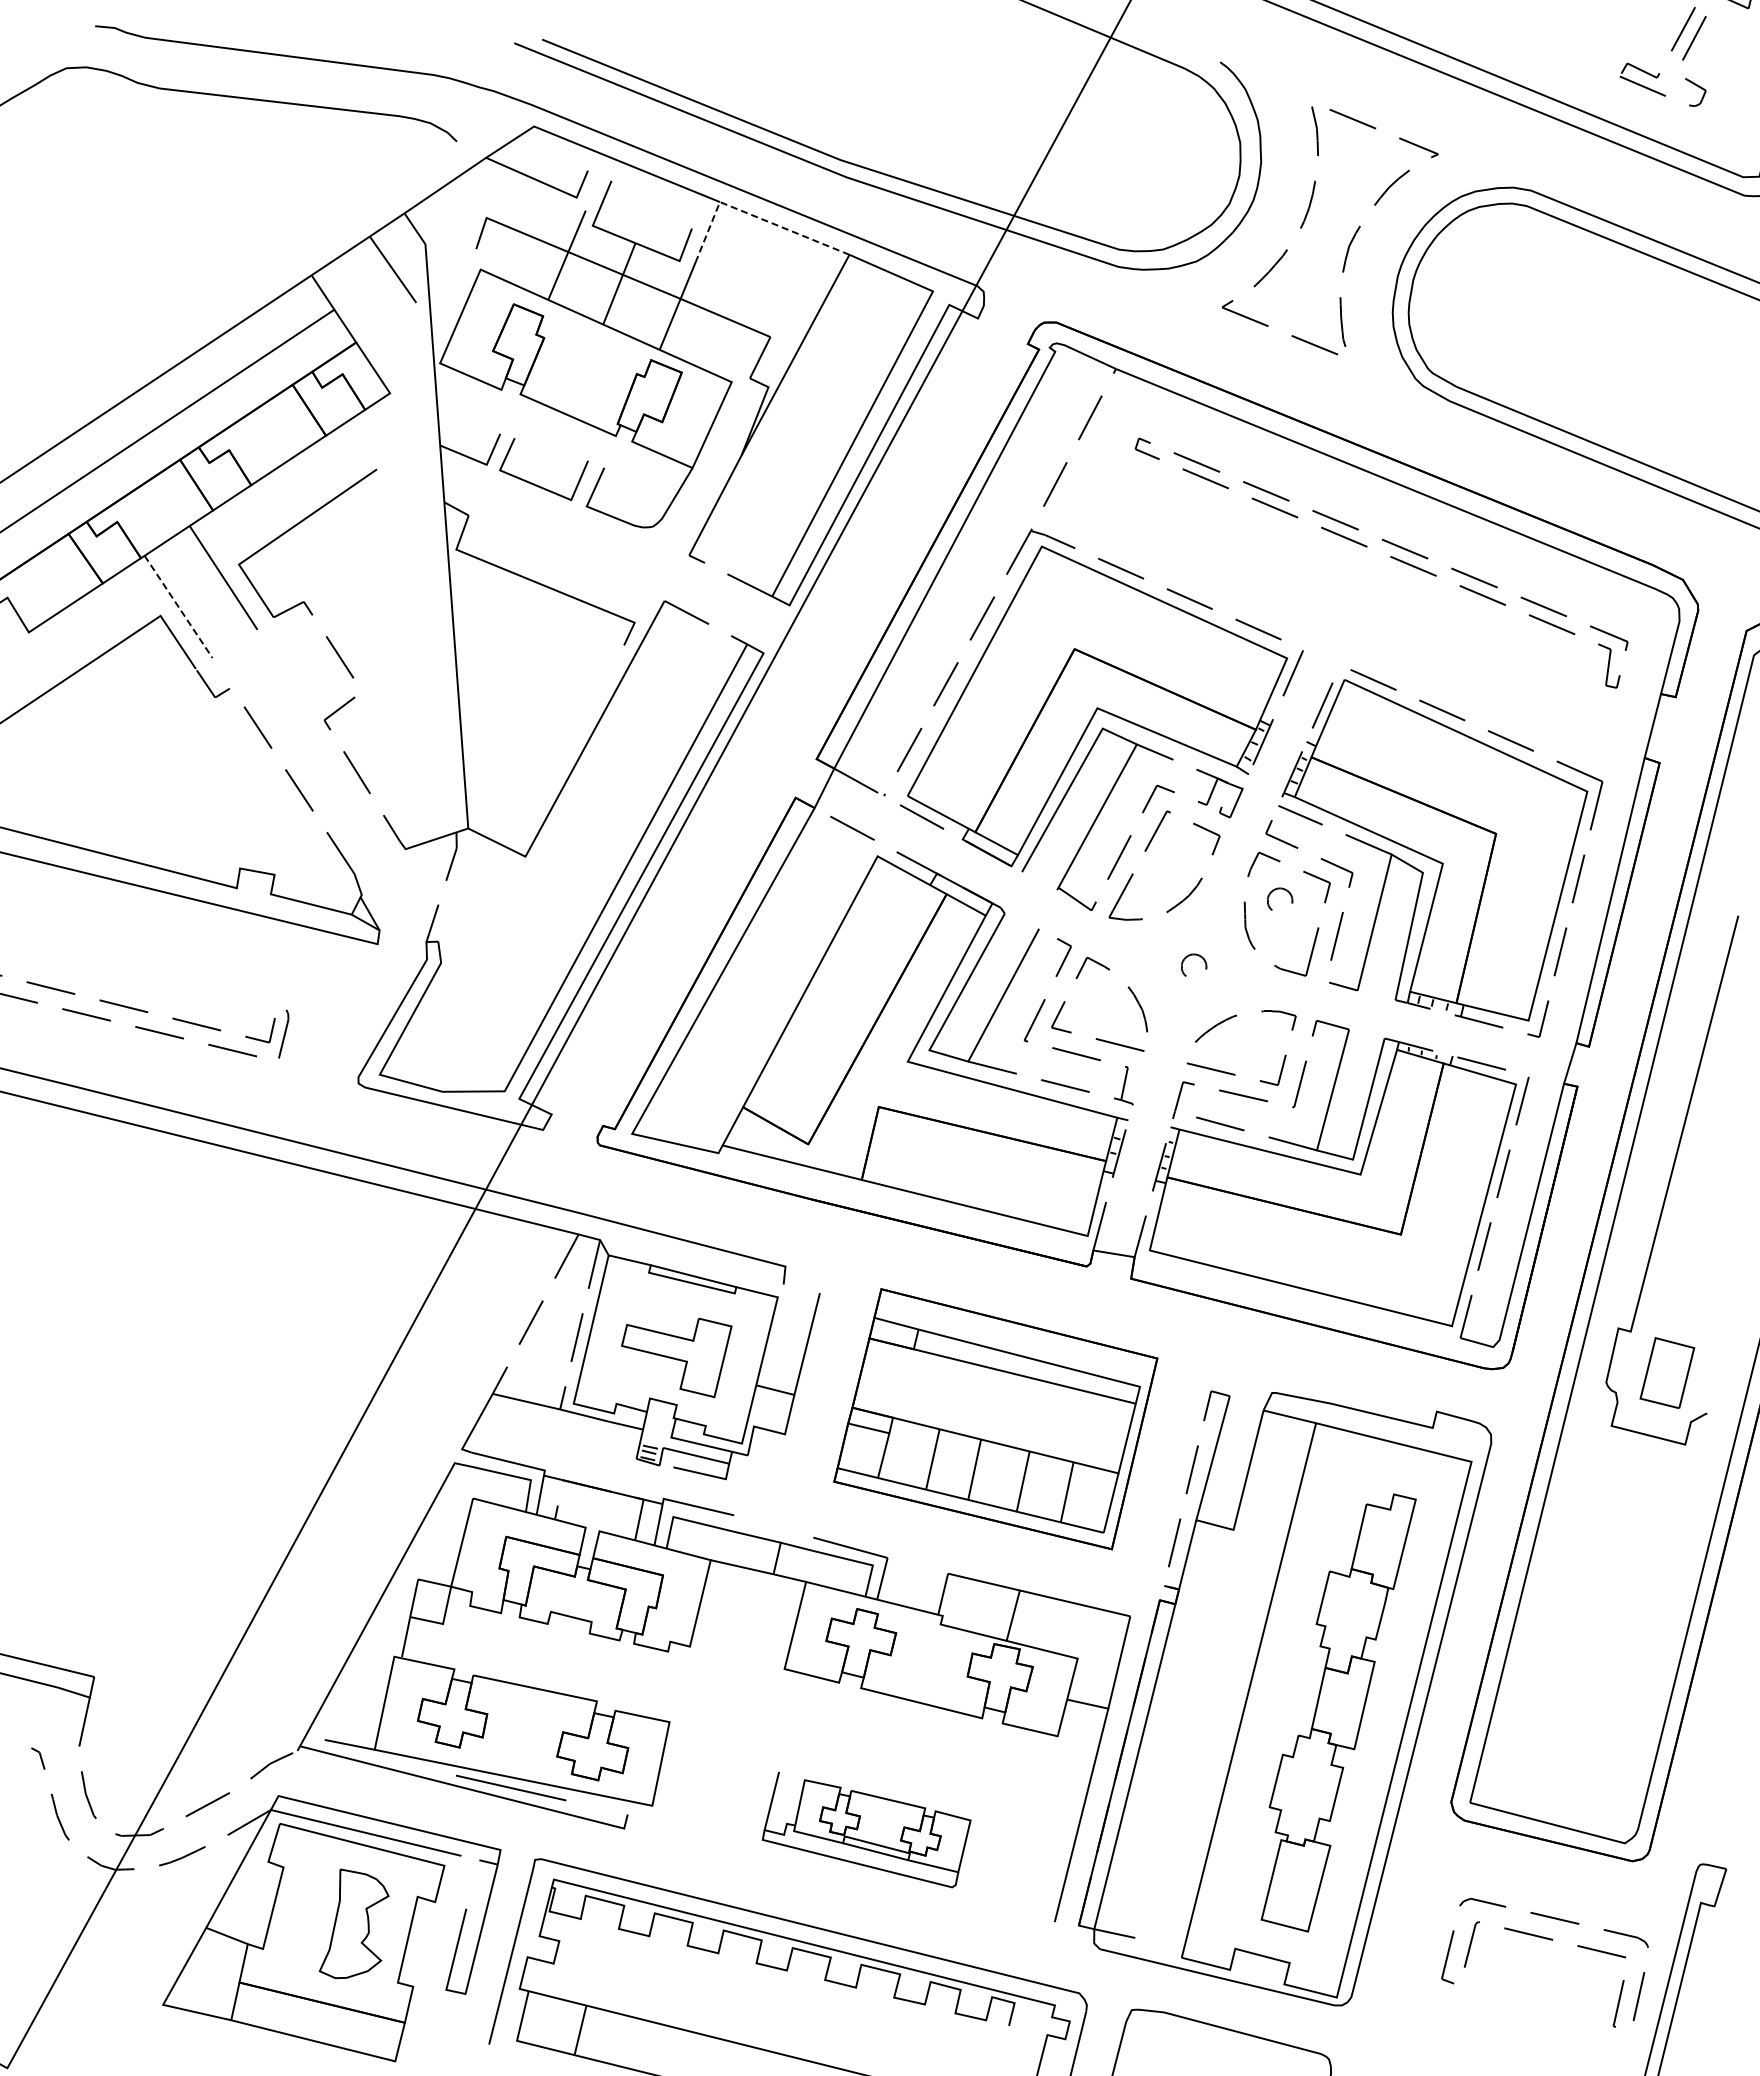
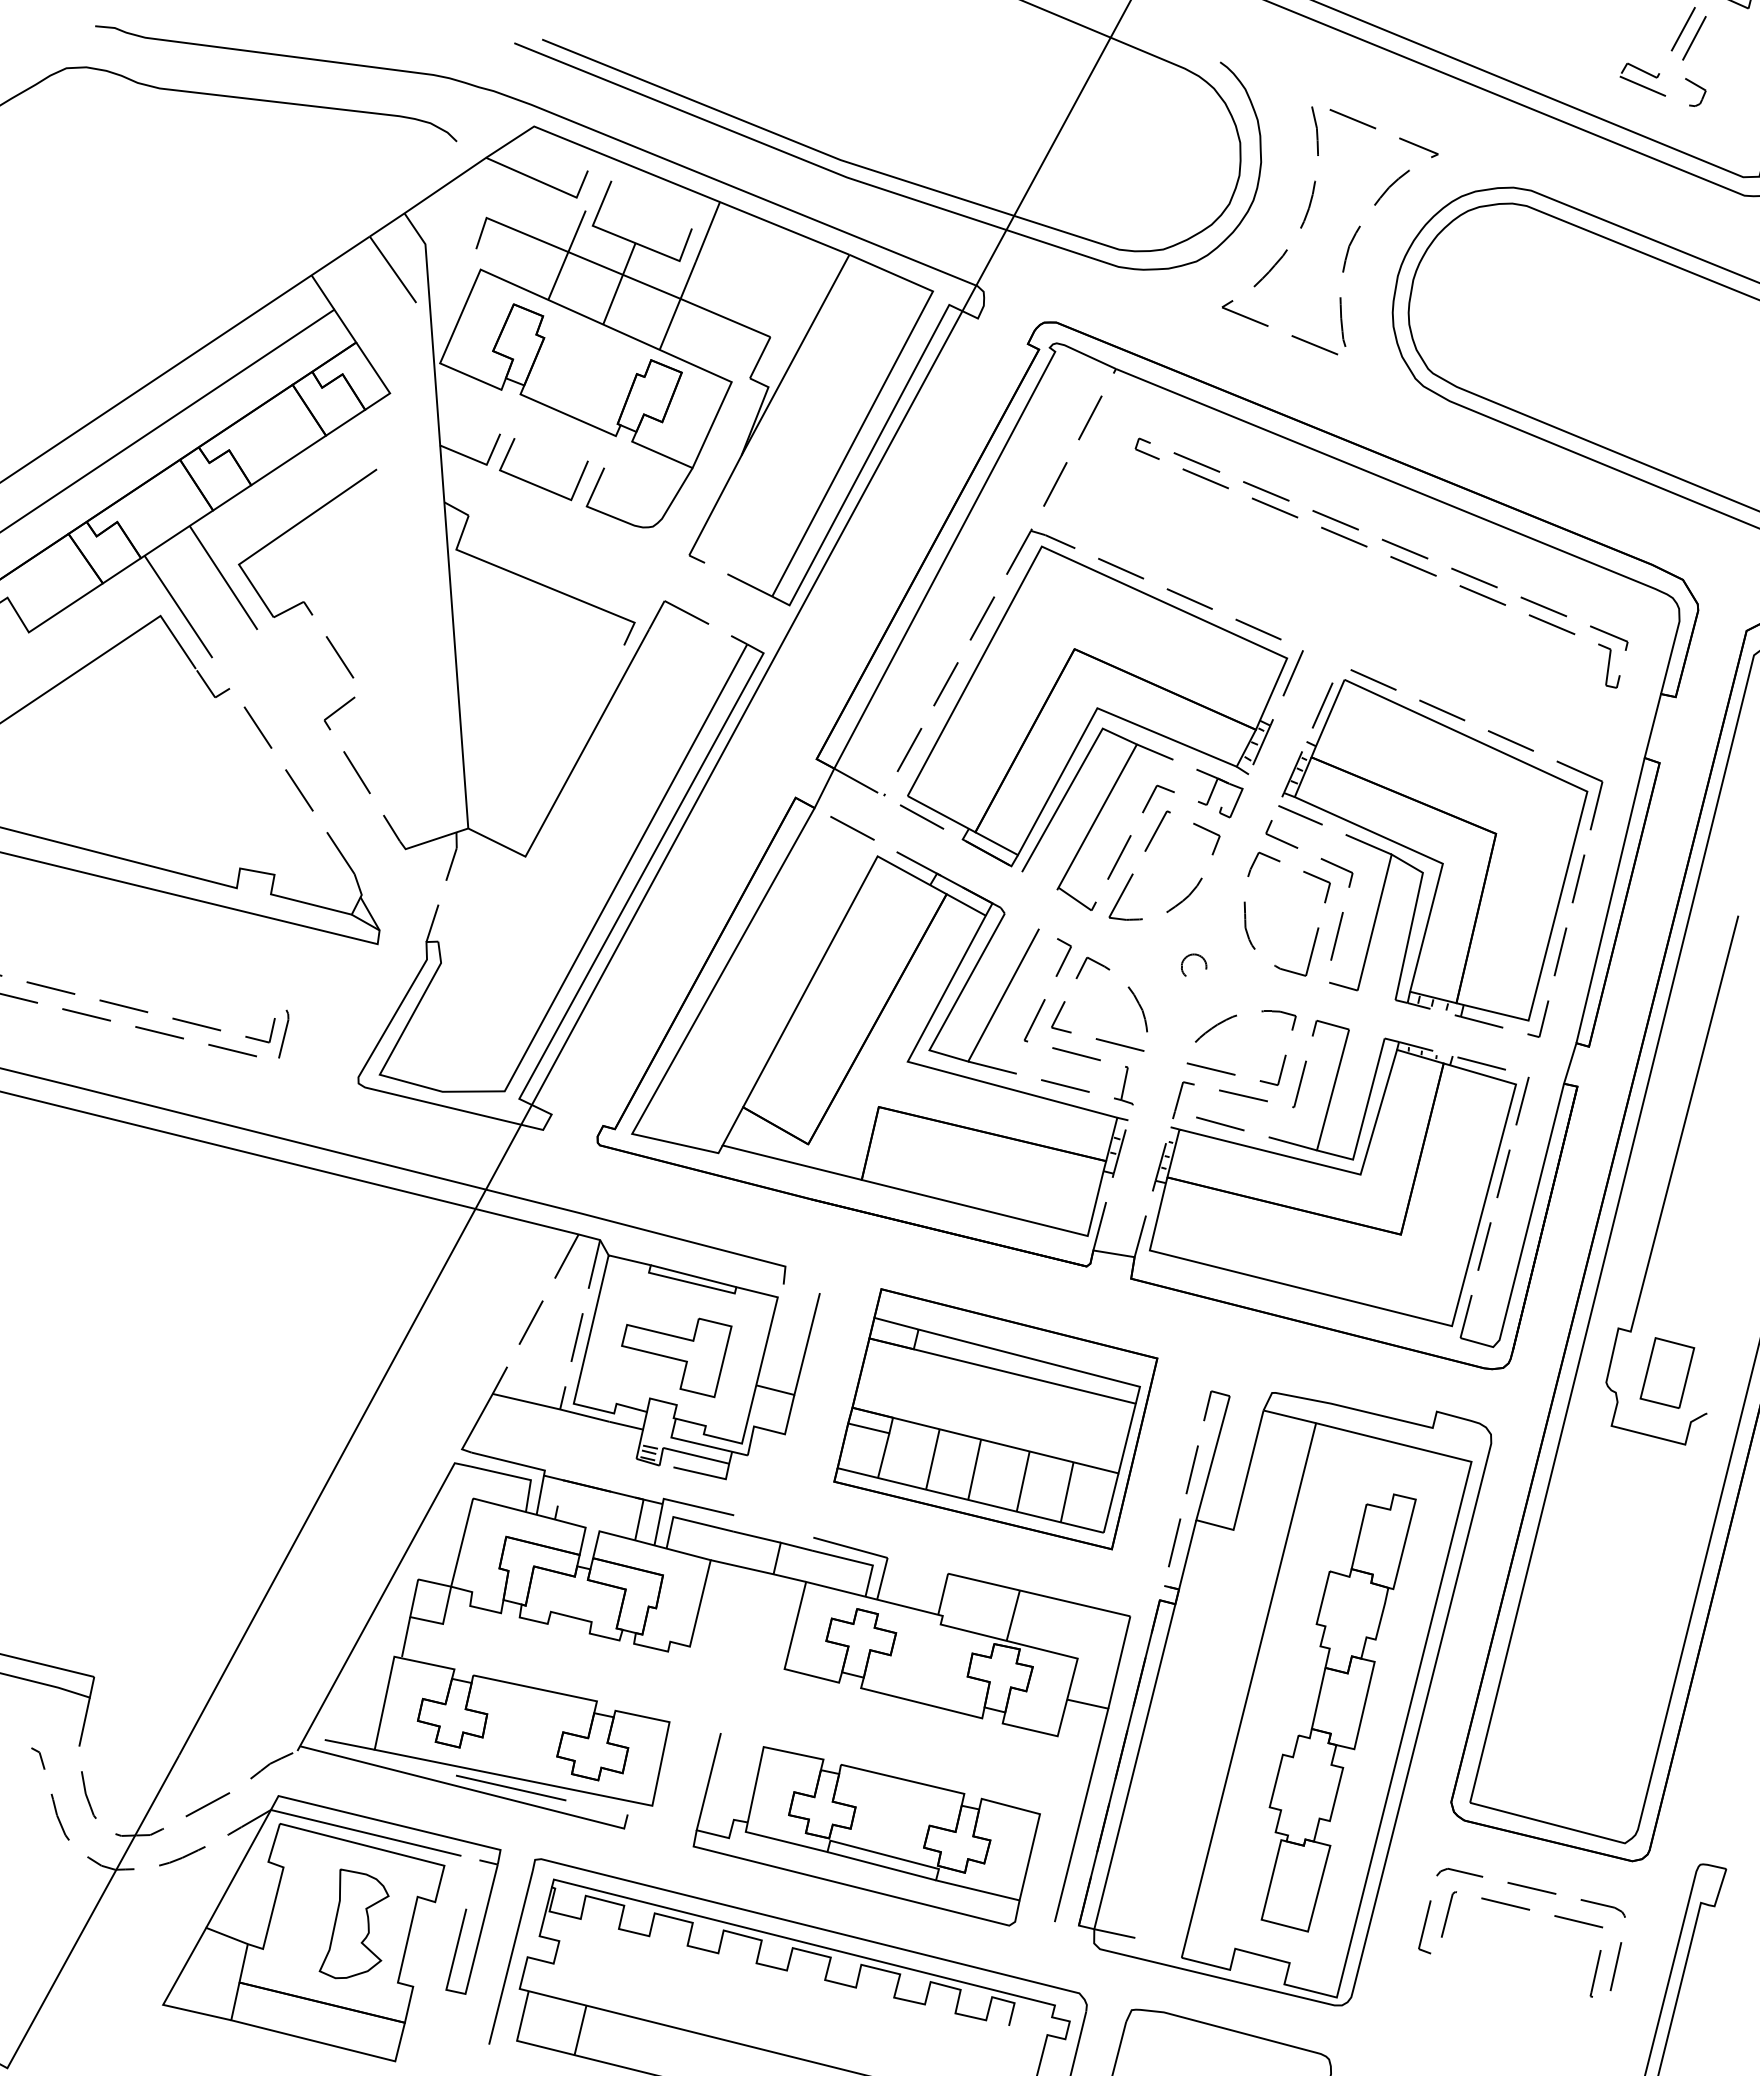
line at (754, 216): dashed -> solid
line at (178, 607): dashed -> solid
part at (1284, 890): present -> none
part at (866, 1829) size: 211x118 px -> 349x194 px
part at (1550, 1940) position: (1550, 1940) -> (1527, 1910)
